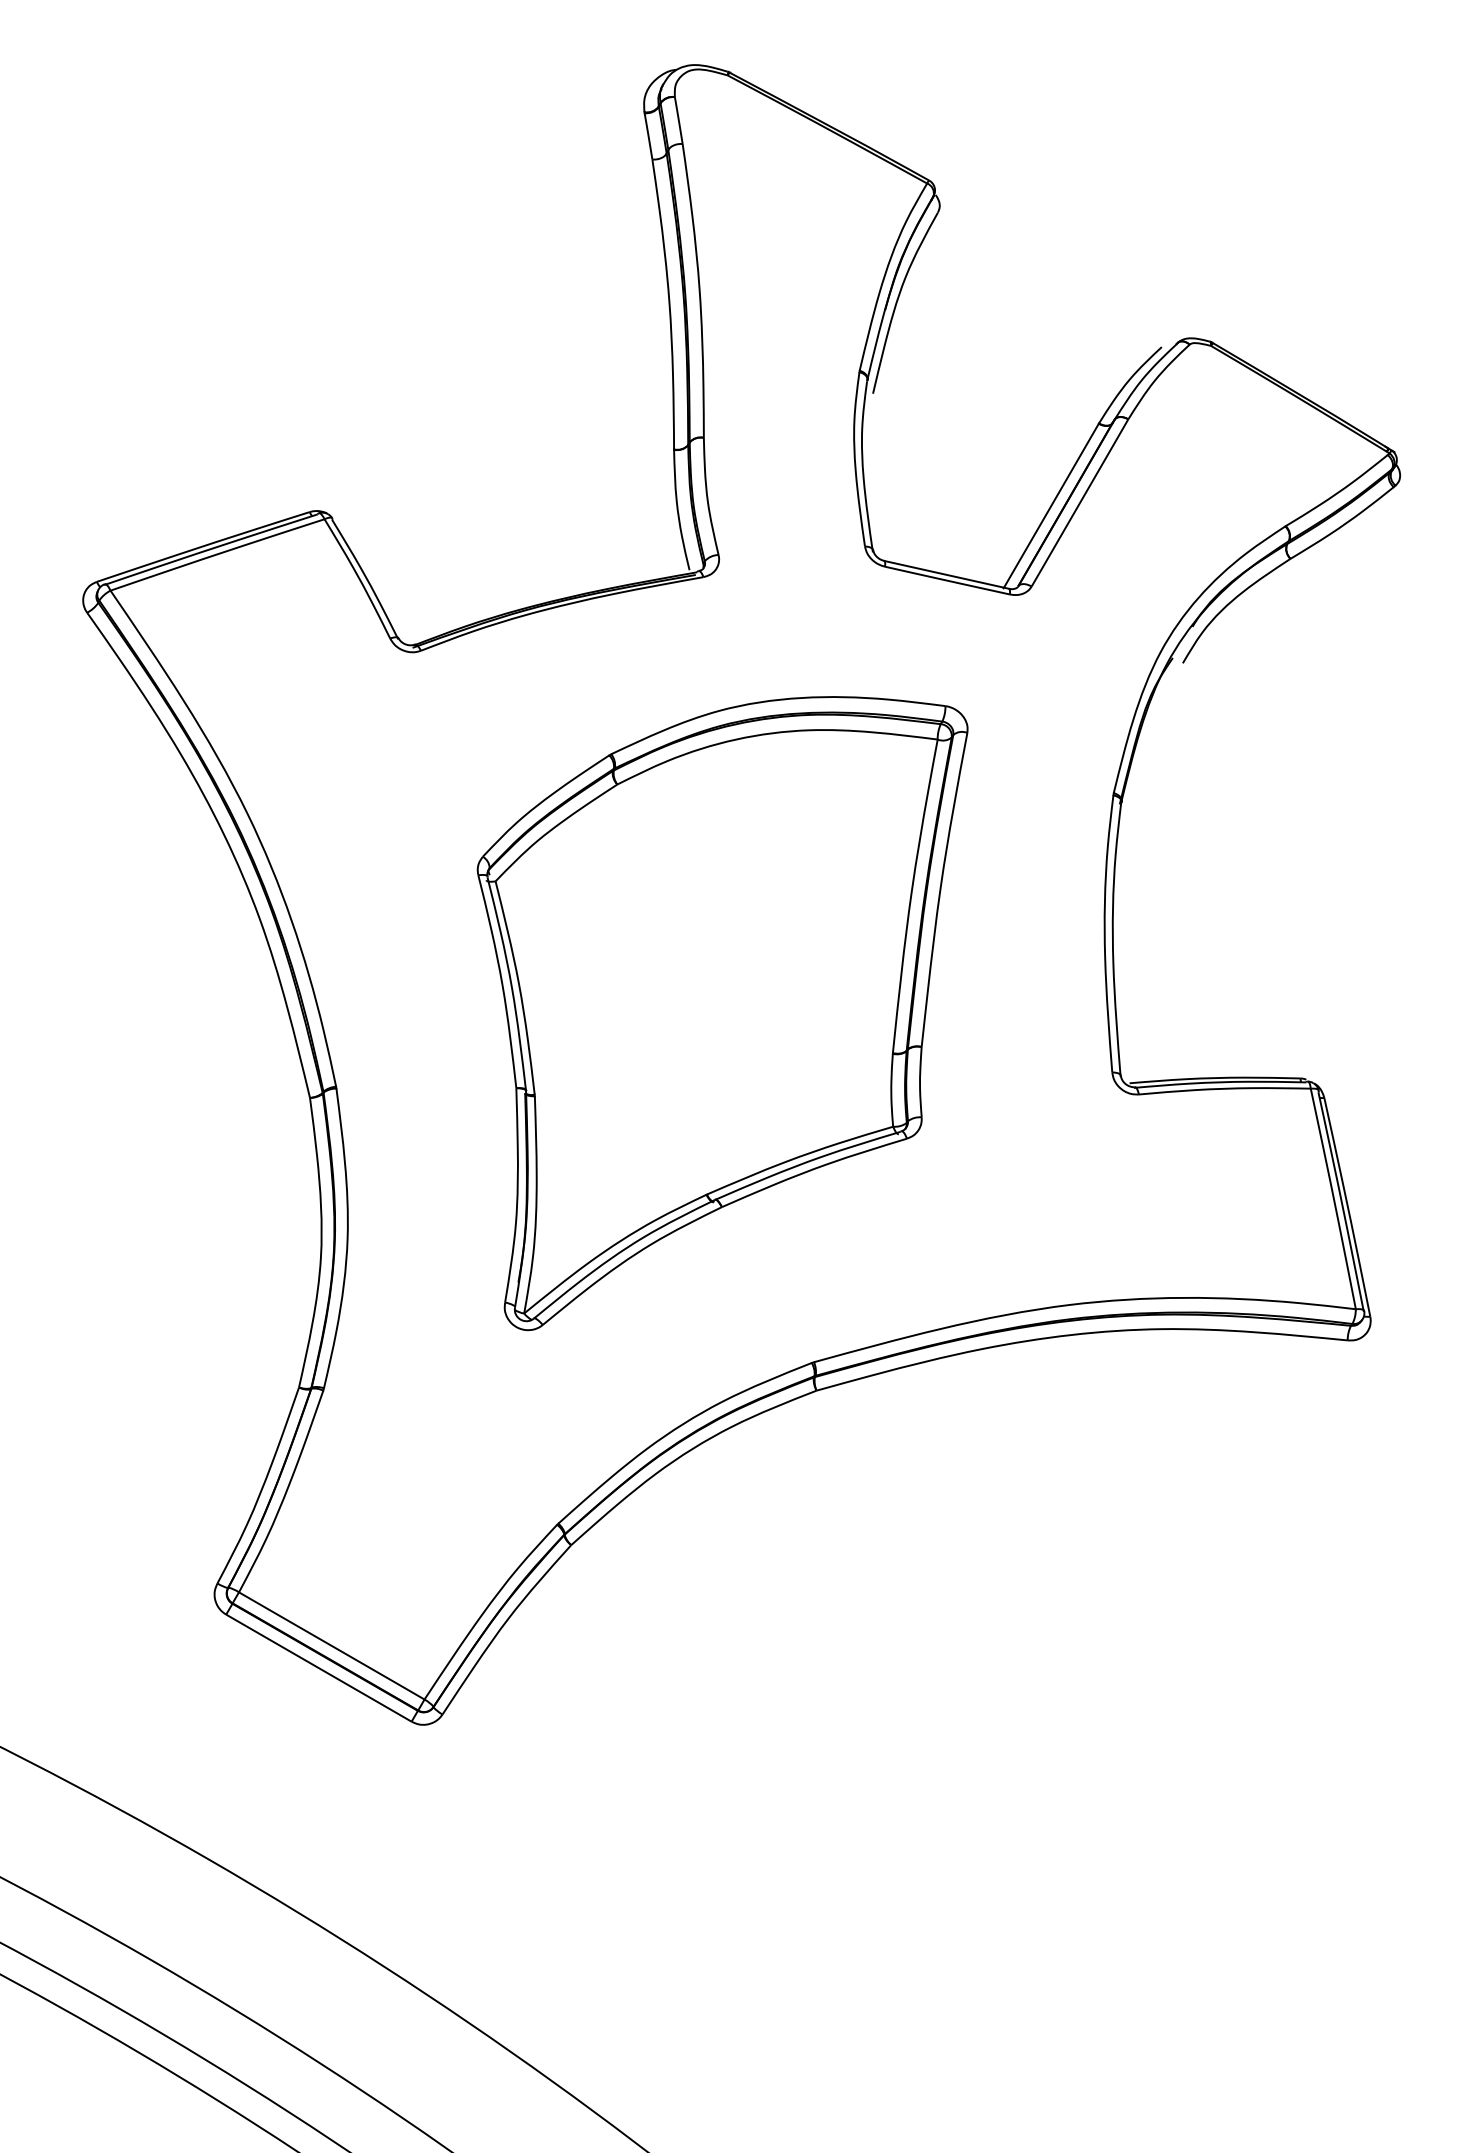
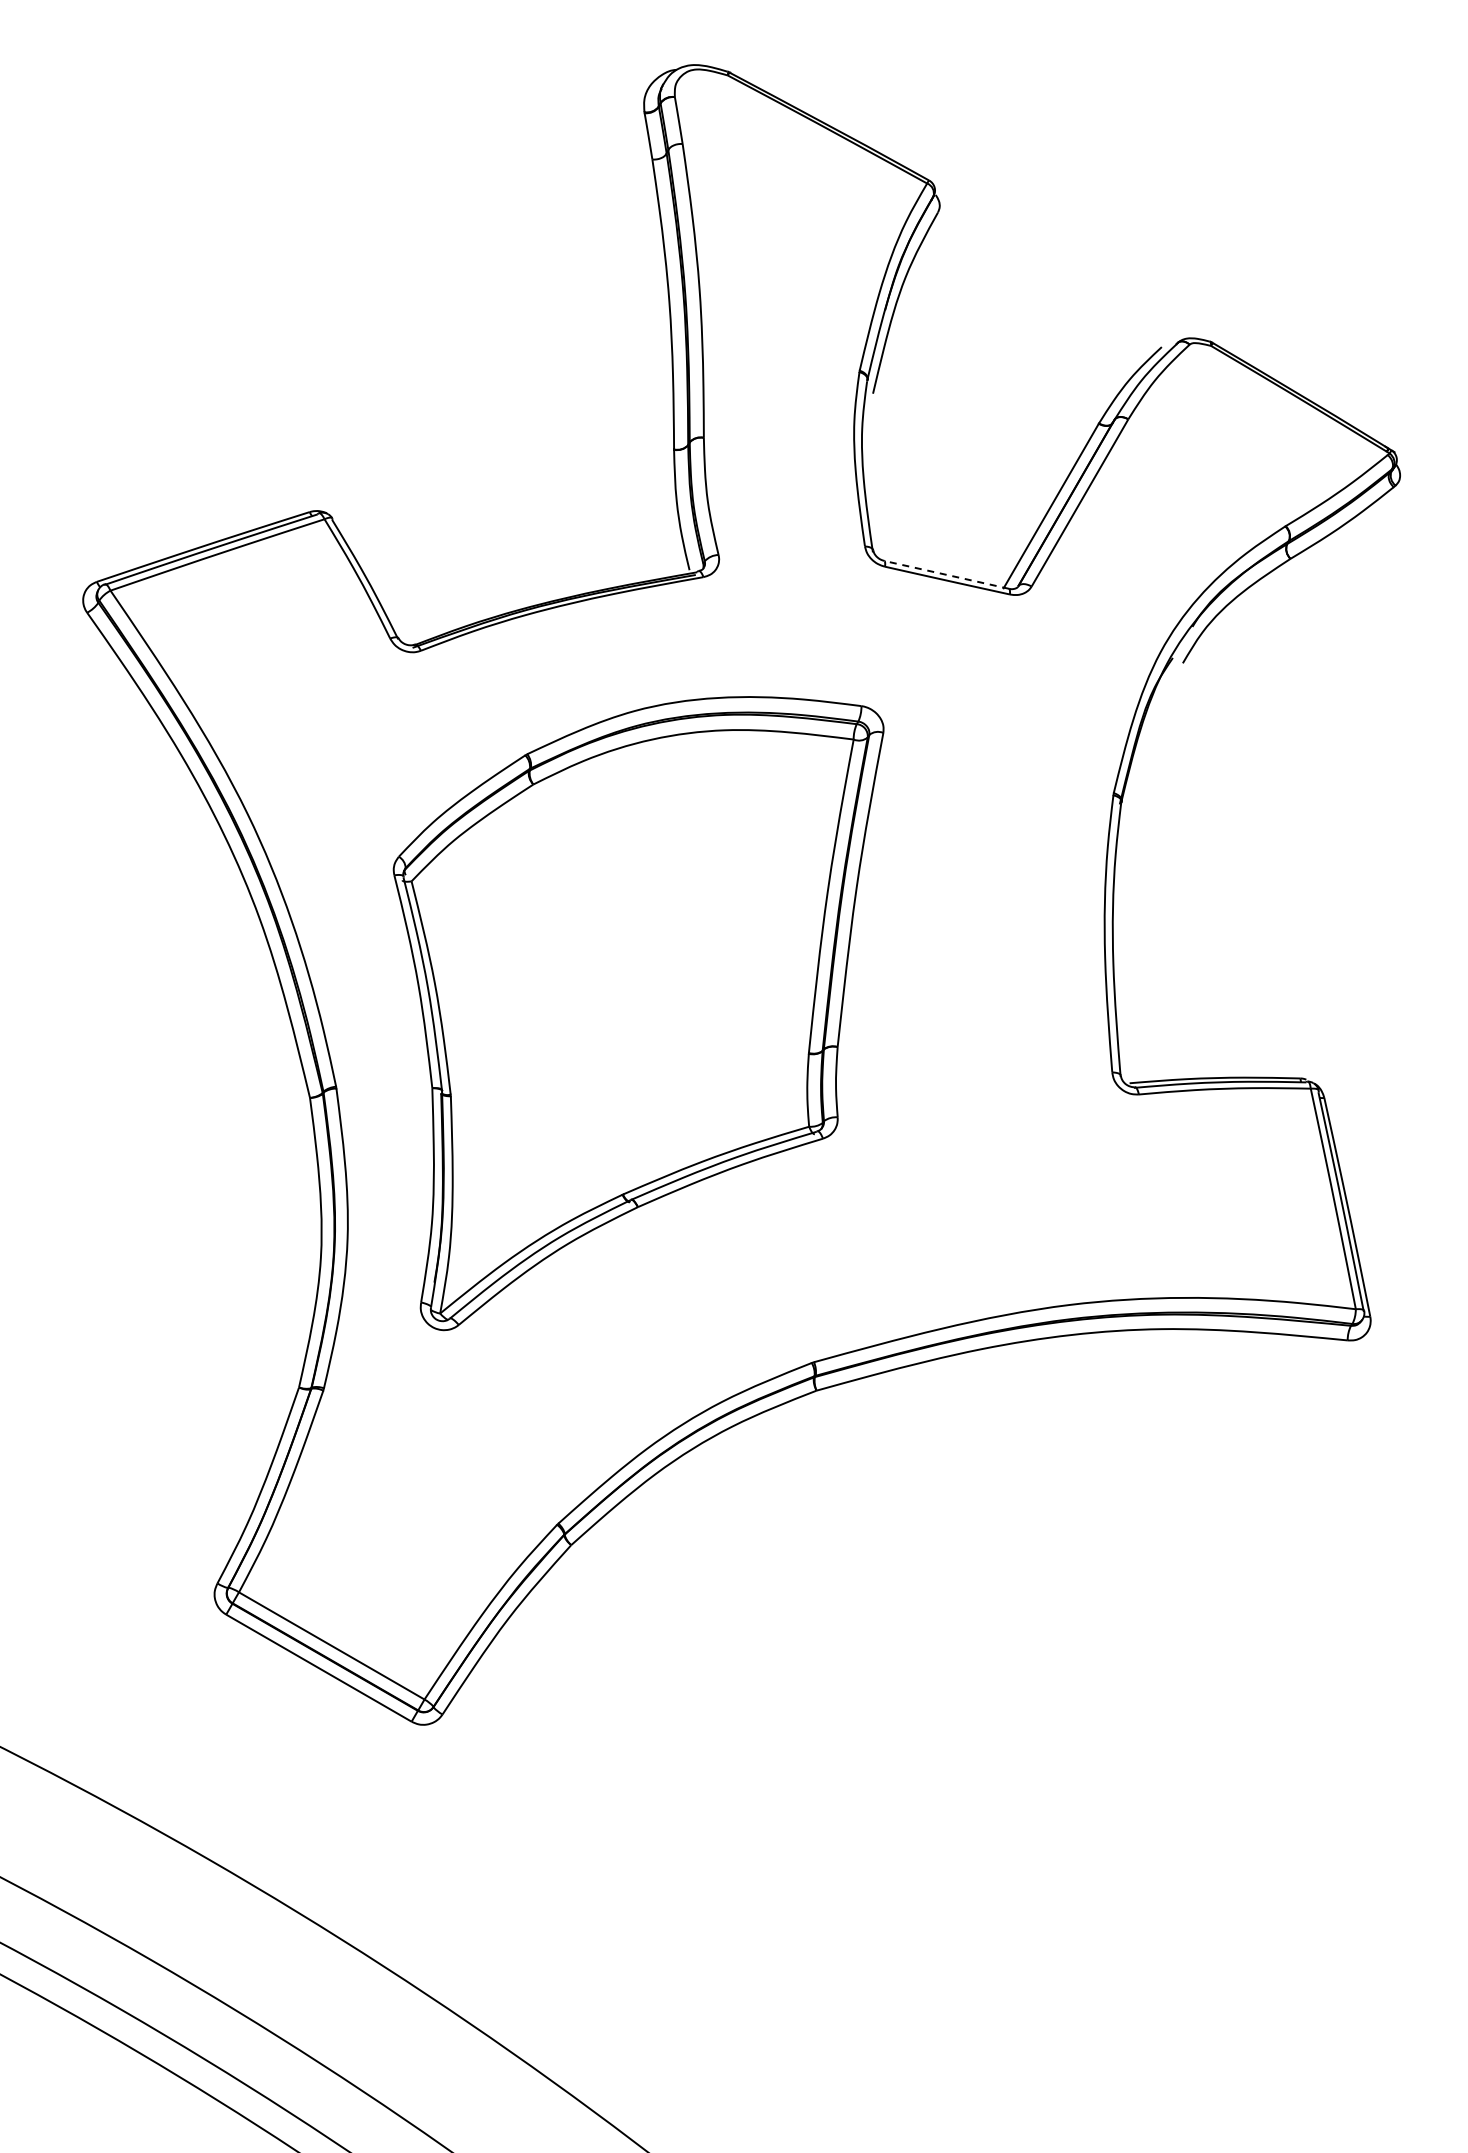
line at (946, 574): solid -> dashed
part at (722, 1013) position: (722, 1013) -> (638, 1013)
